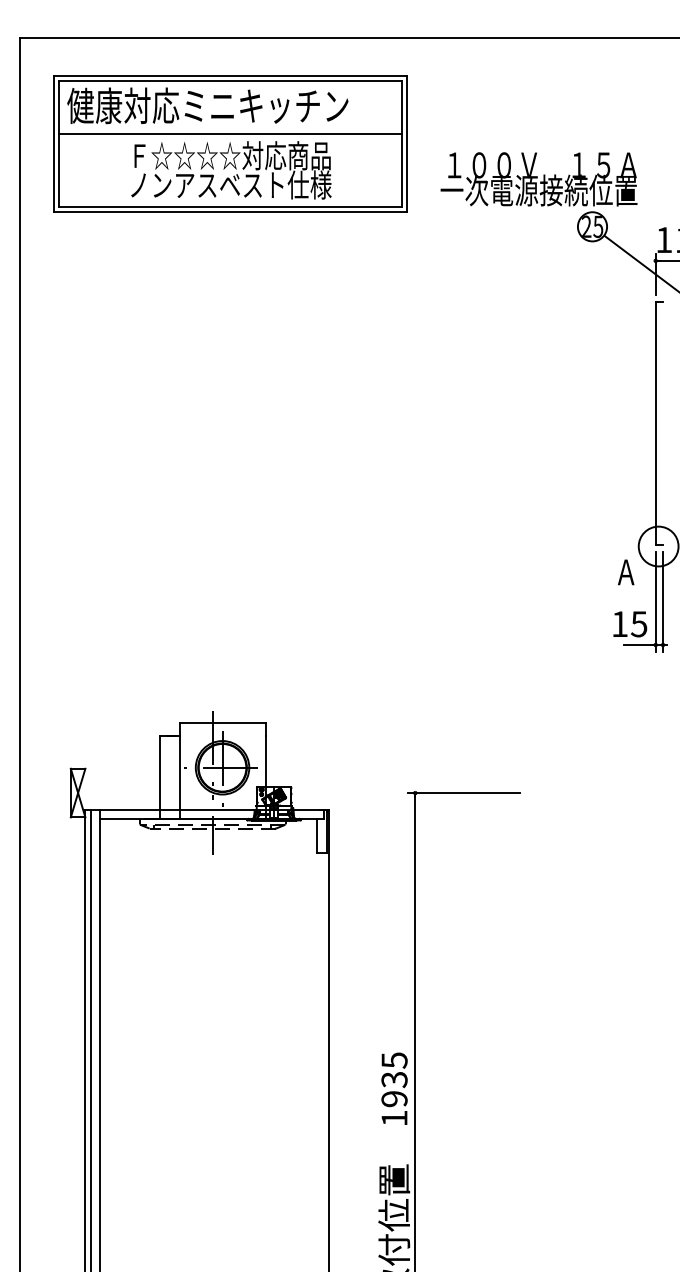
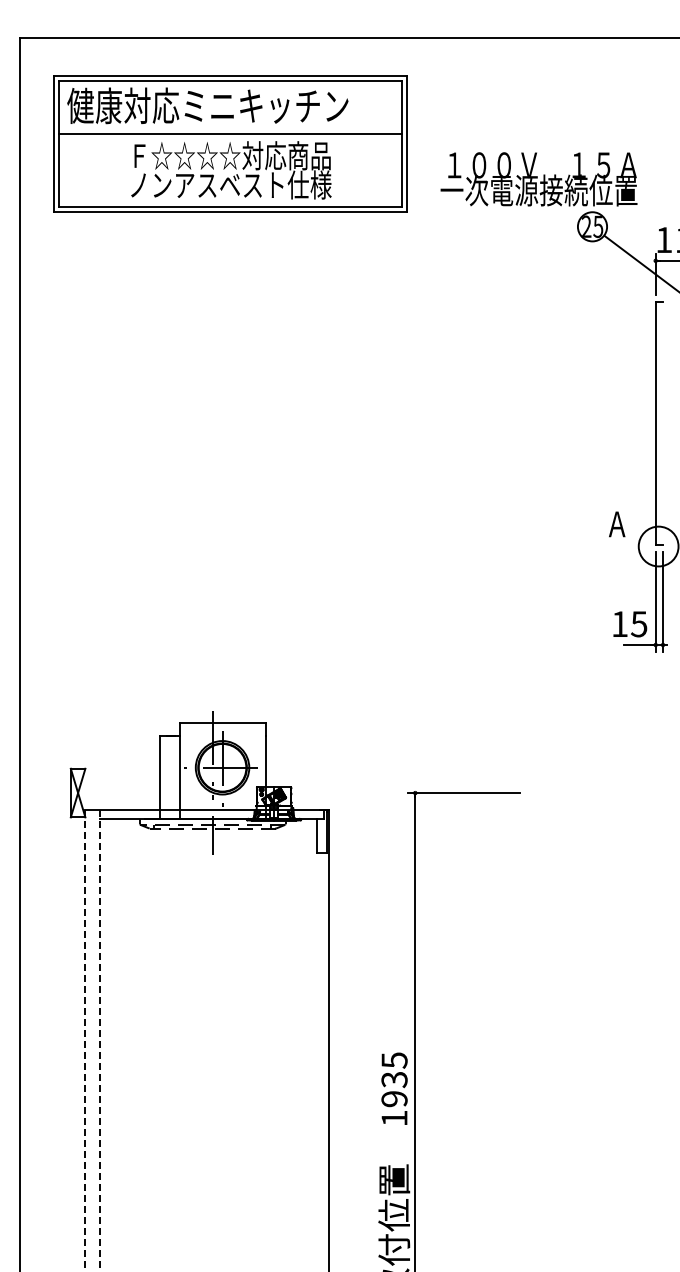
text at (626, 572) position: (626, 572) -> (617, 524)
line at (91, 1039): present -> none
line at (85, 1041): solid -> dashed
line at (100, 1041): solid -> dashed
